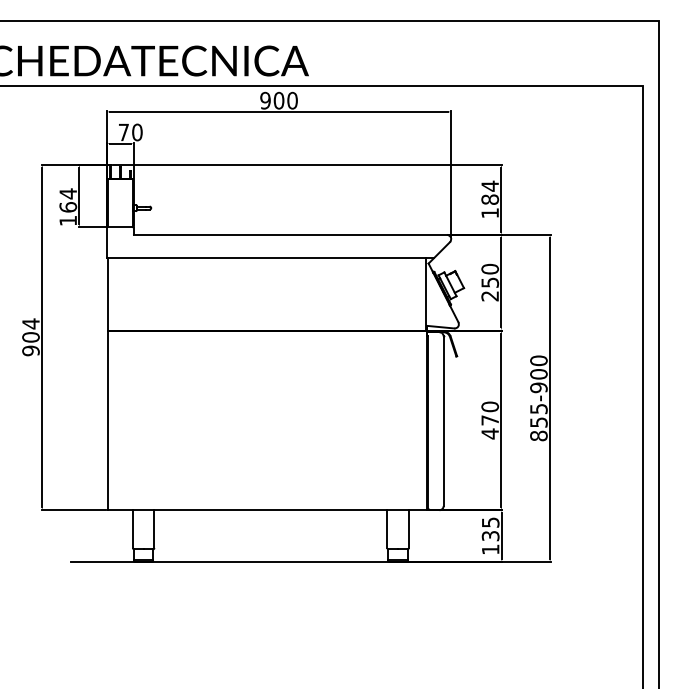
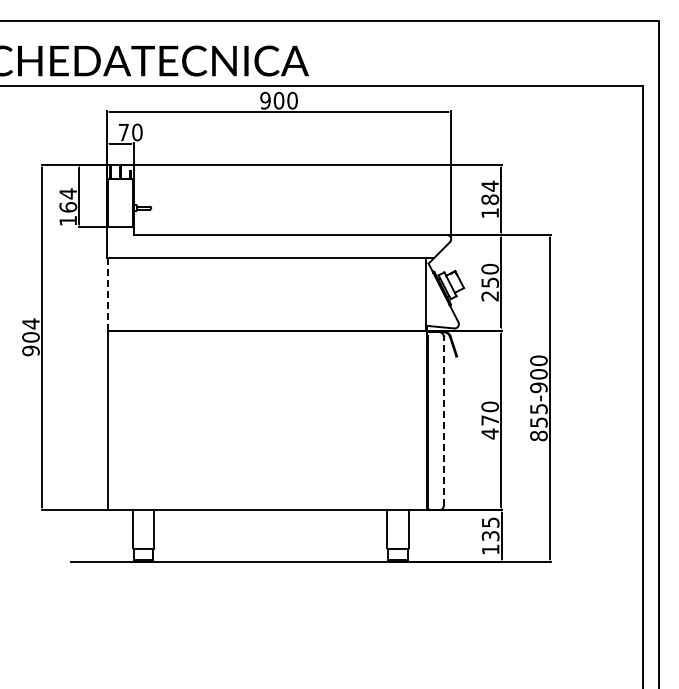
line at (107, 294): solid -> dashed
line at (443, 421): solid -> dashed
